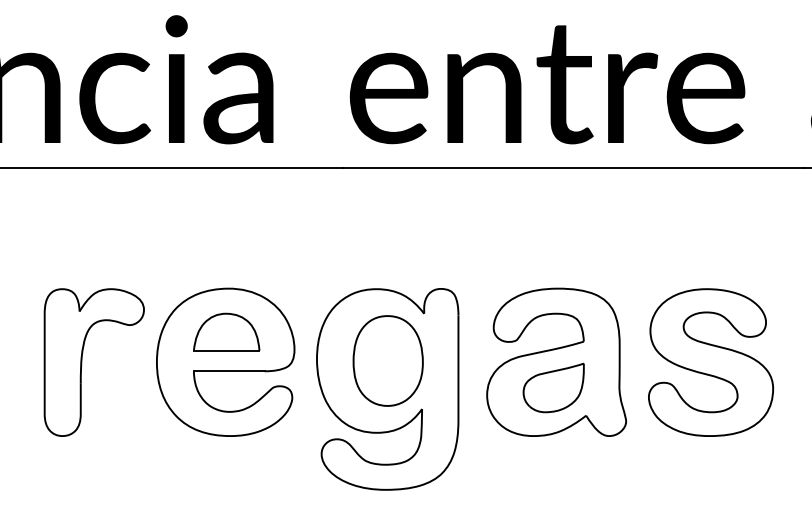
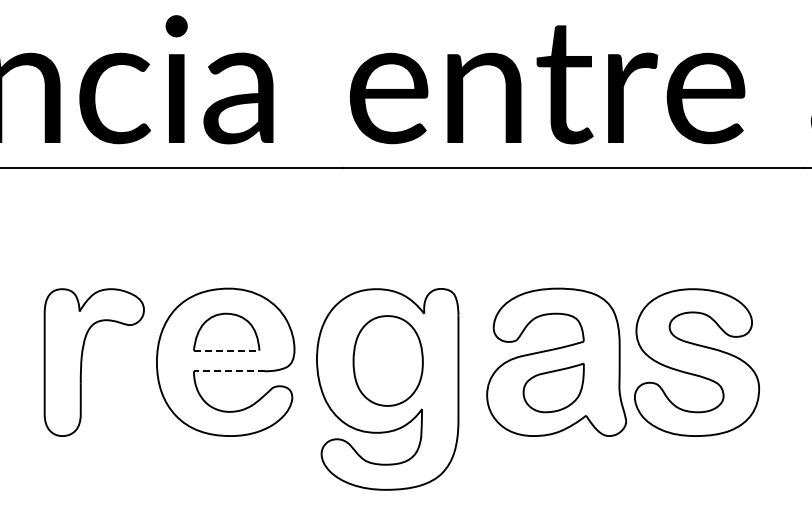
line at (226, 350): solid -> dashed
part at (710, 362) position: (710, 362) -> (696, 362)
line at (228, 371): solid -> dashed
